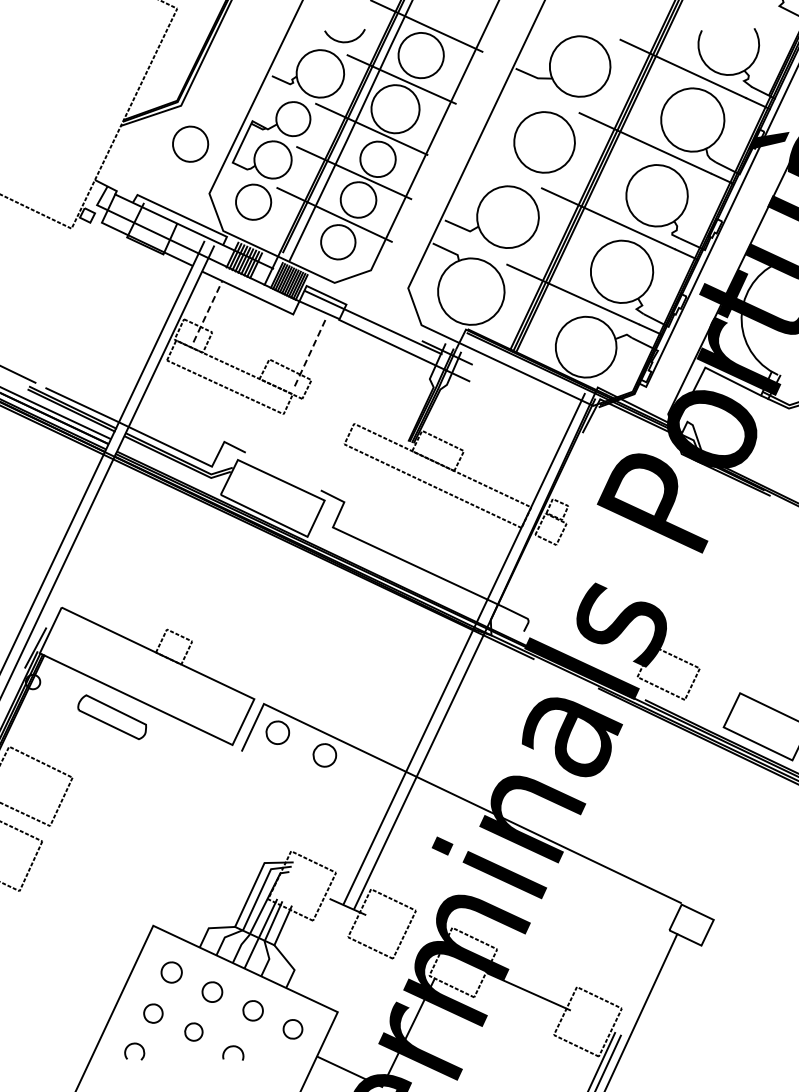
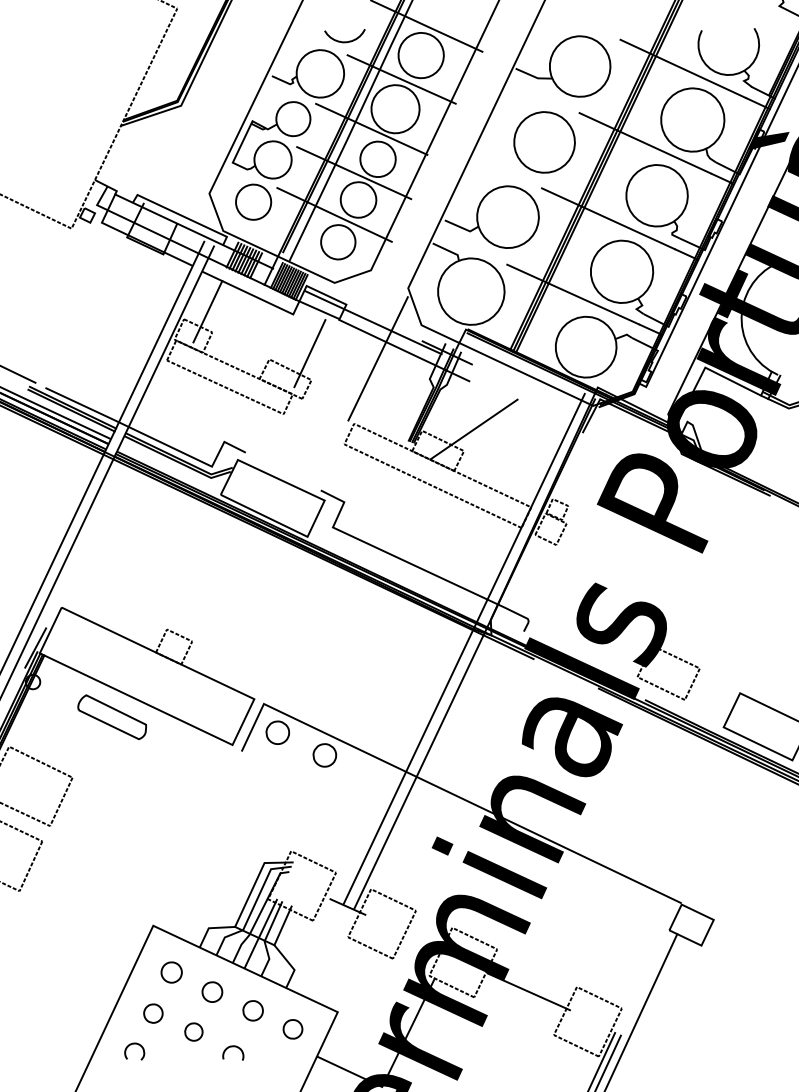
part at (190, 143): present -> none
line at (207, 311): dashed -> solid
line at (309, 353): dashed -> solid
line at (377, 358): none -> present
line at (473, 429): none -> present
